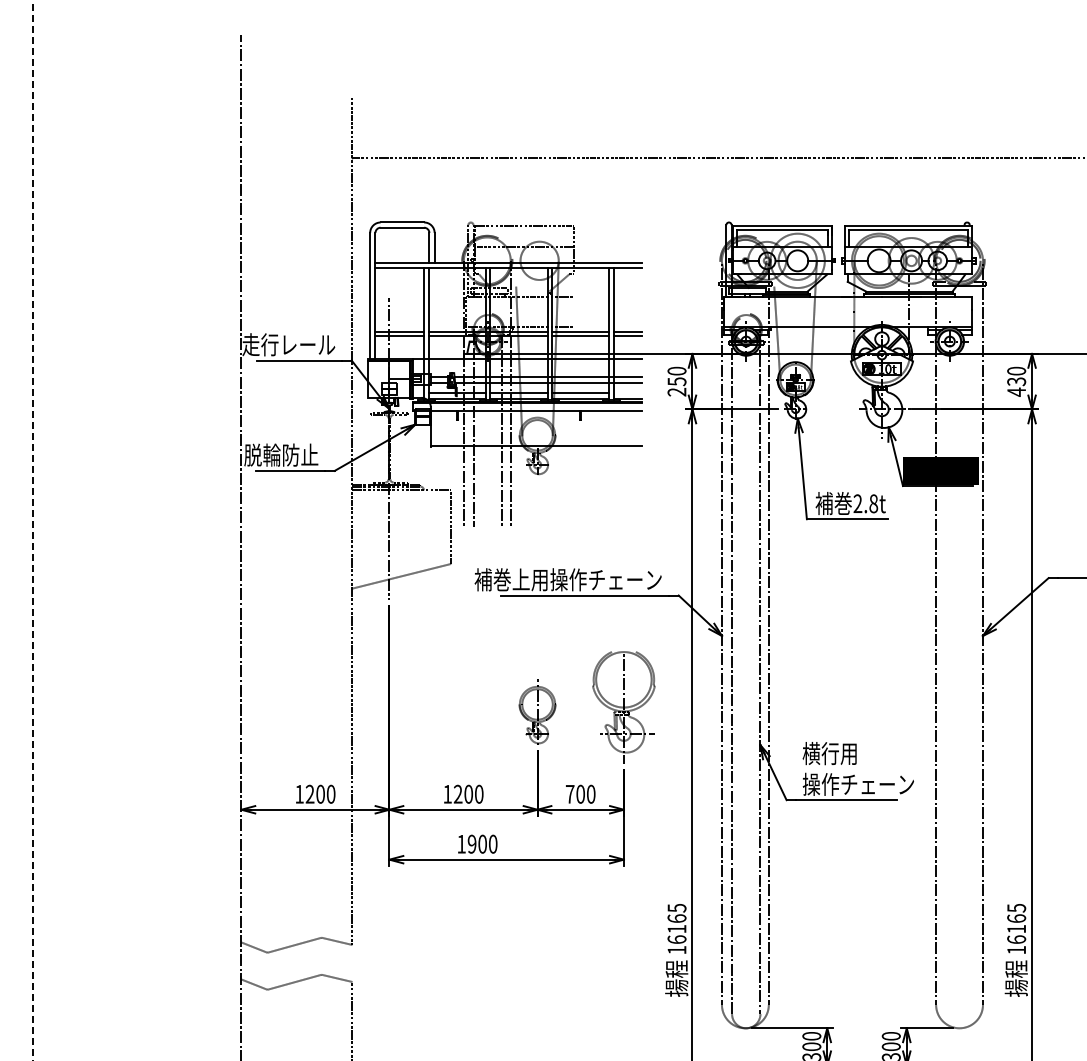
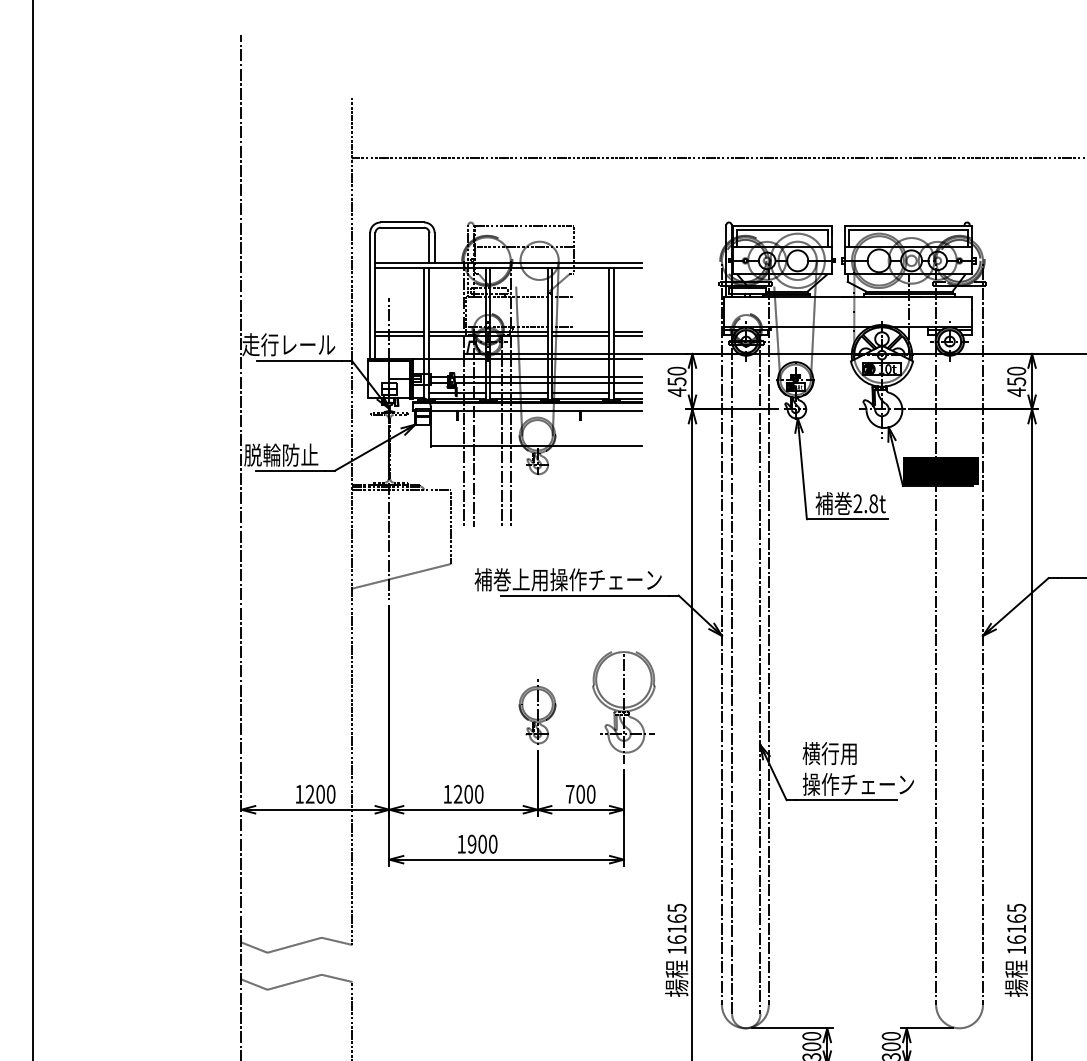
text at (1016, 381): 430 -> 450
text at (676, 391): 250 -> 450
line at (627, 392): none -> present
line at (32, 530): dashed -> solid
